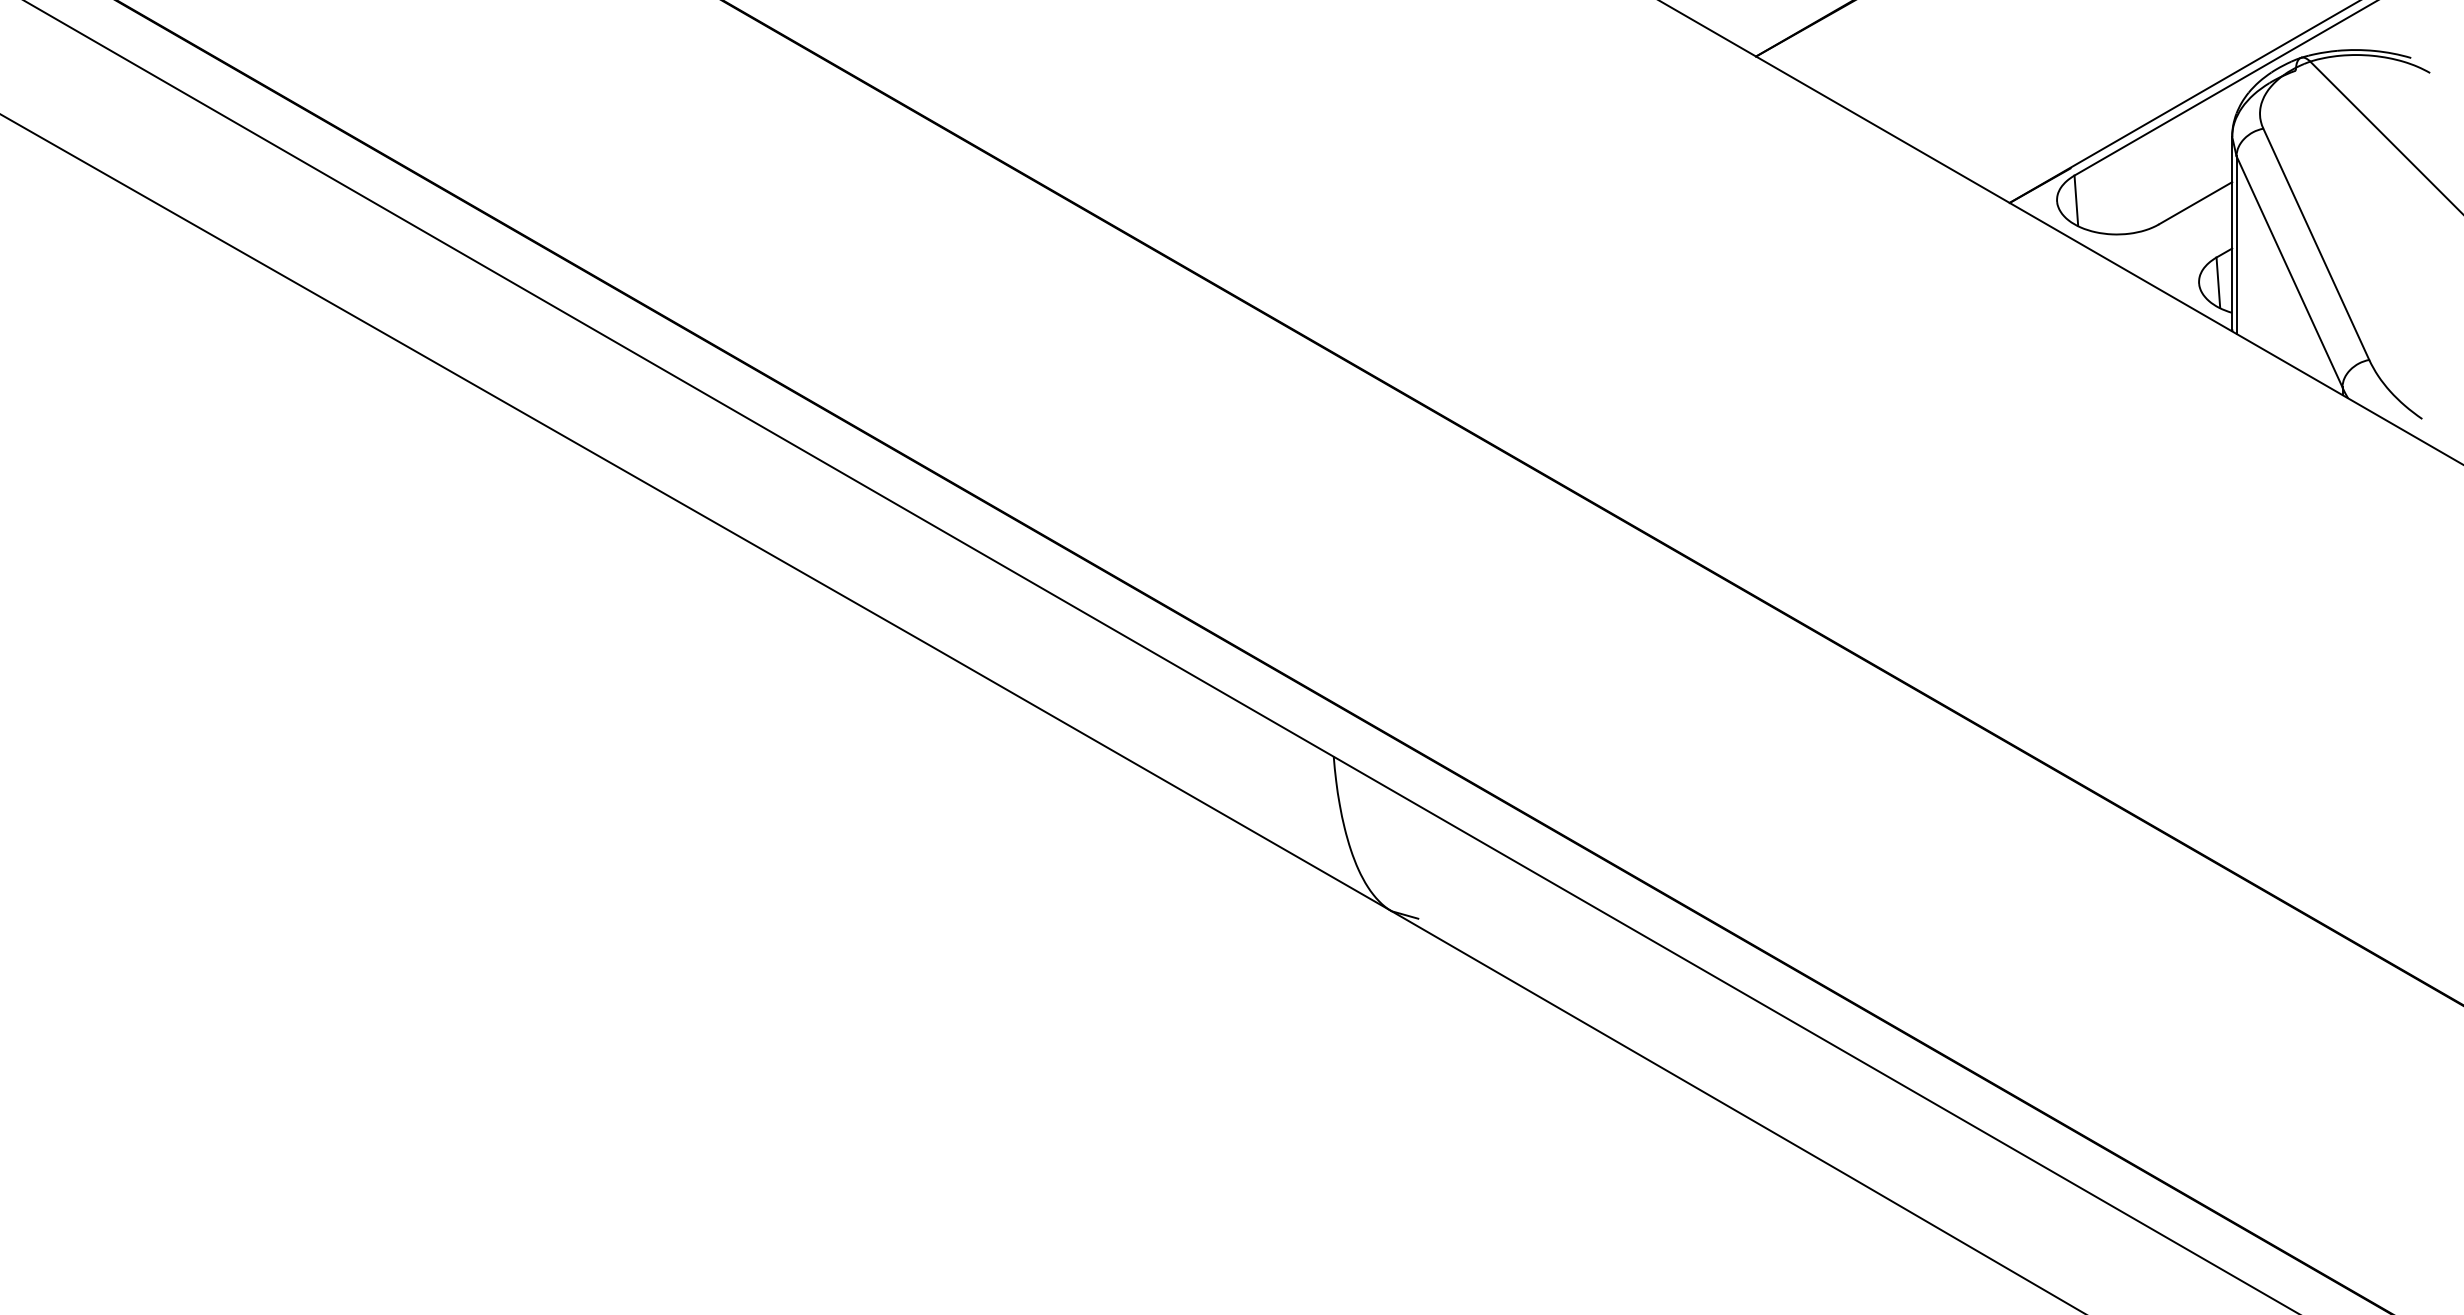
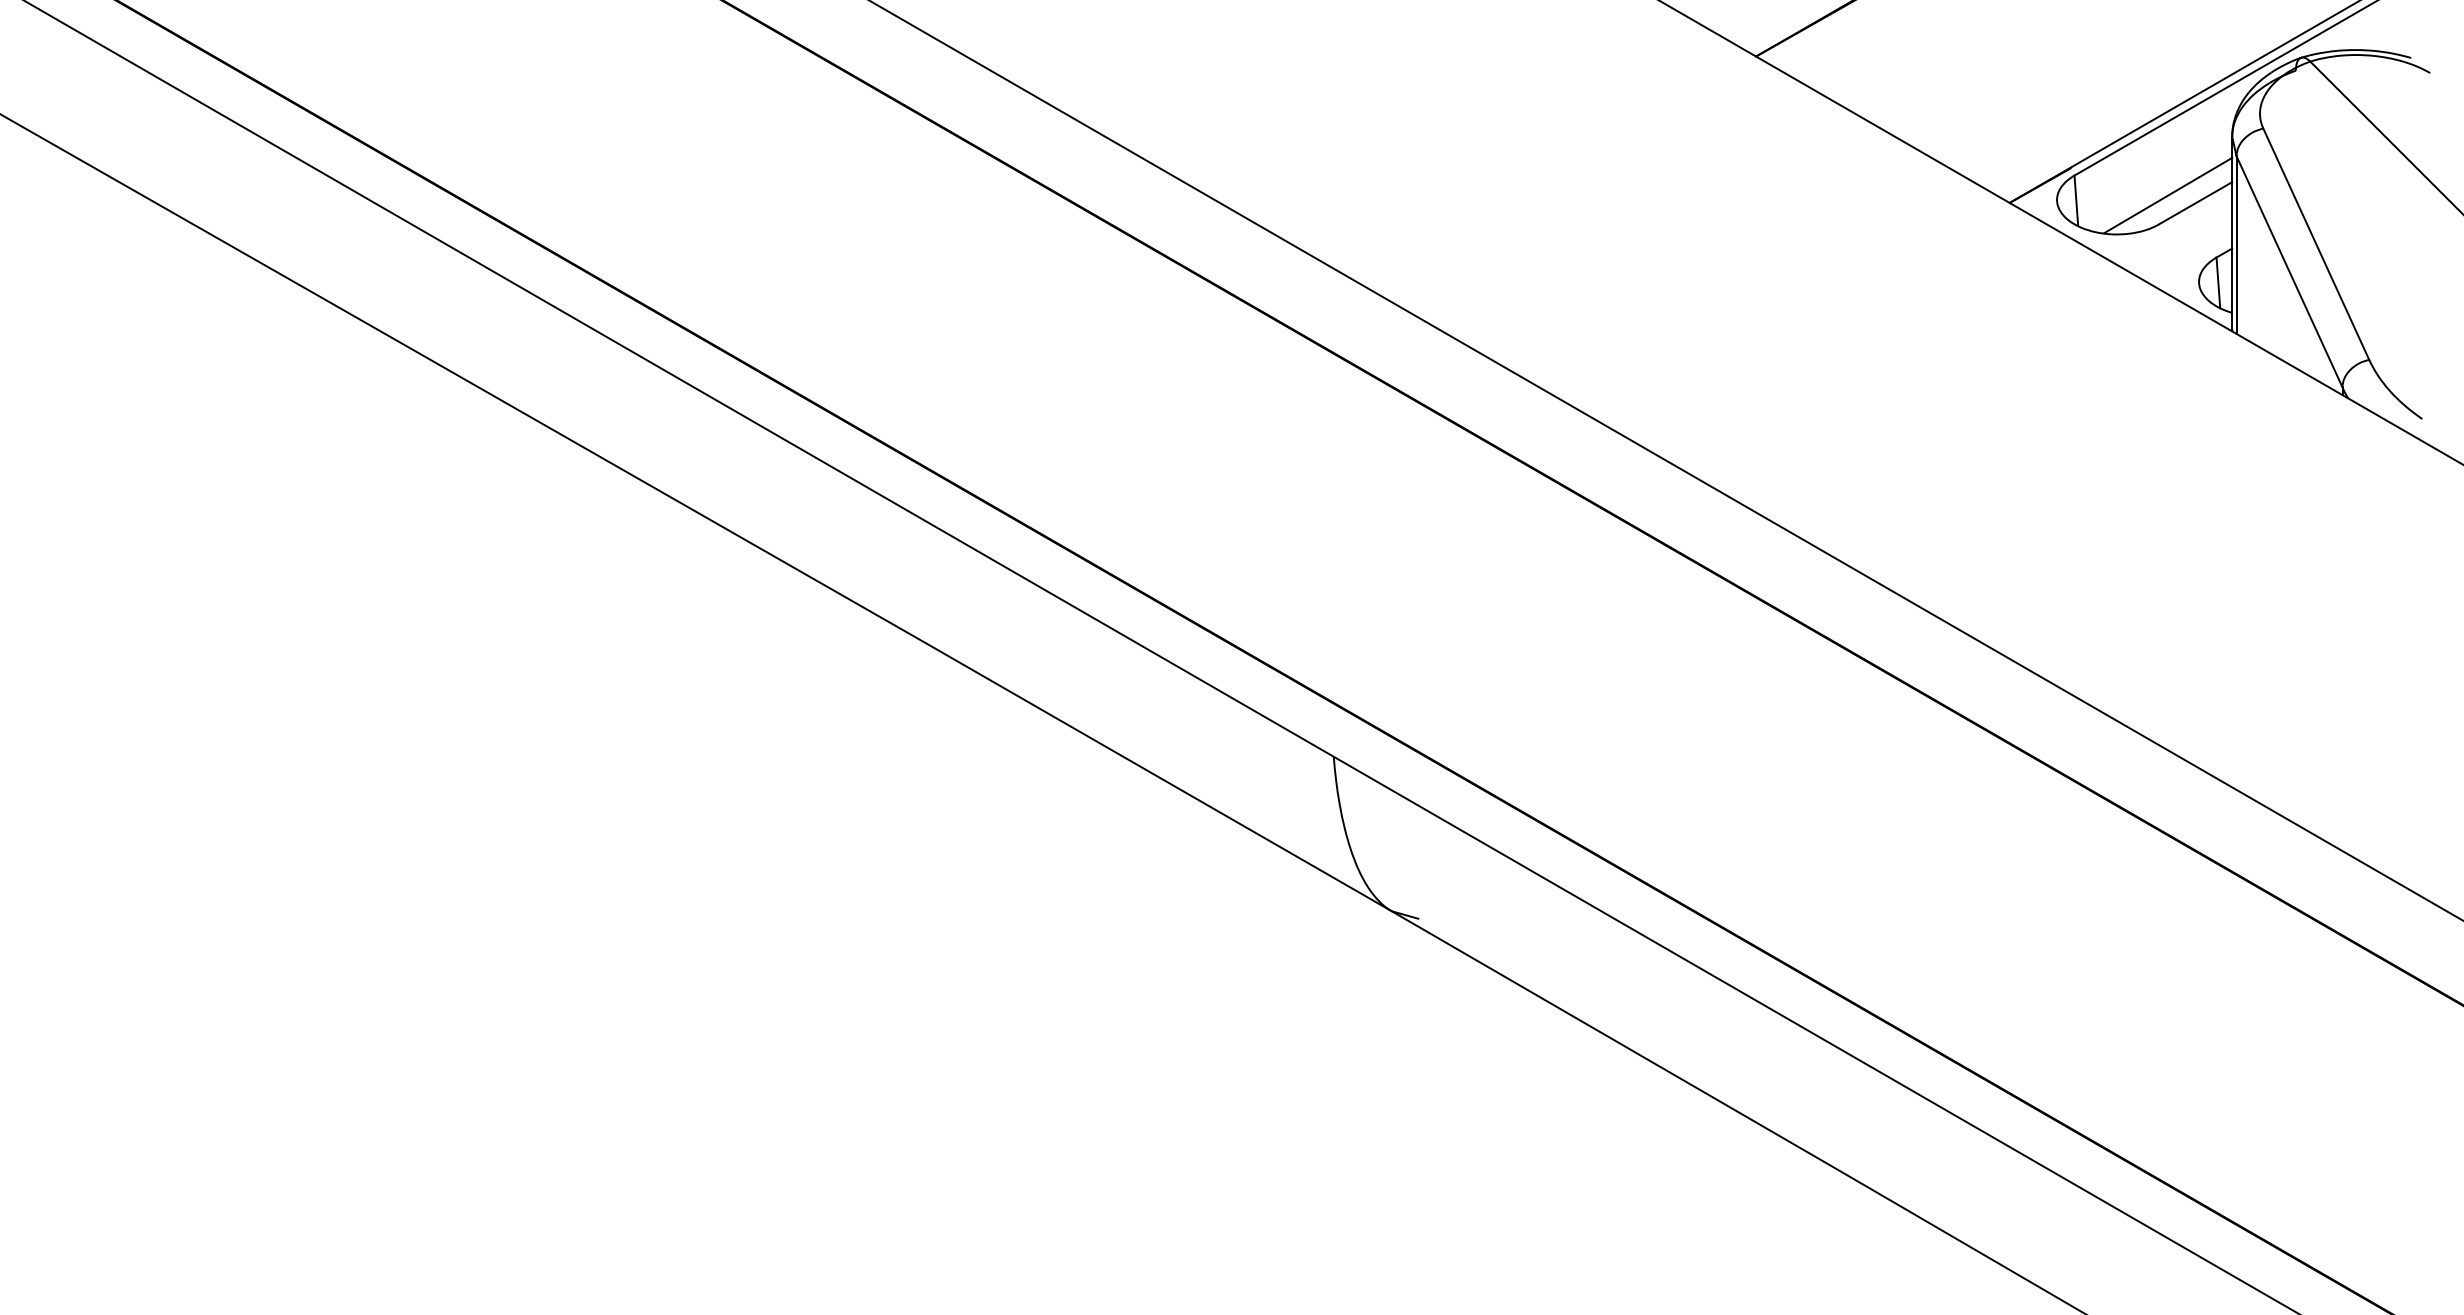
line at (2168, 195): none -> present
line at (1666, 460): none -> present
